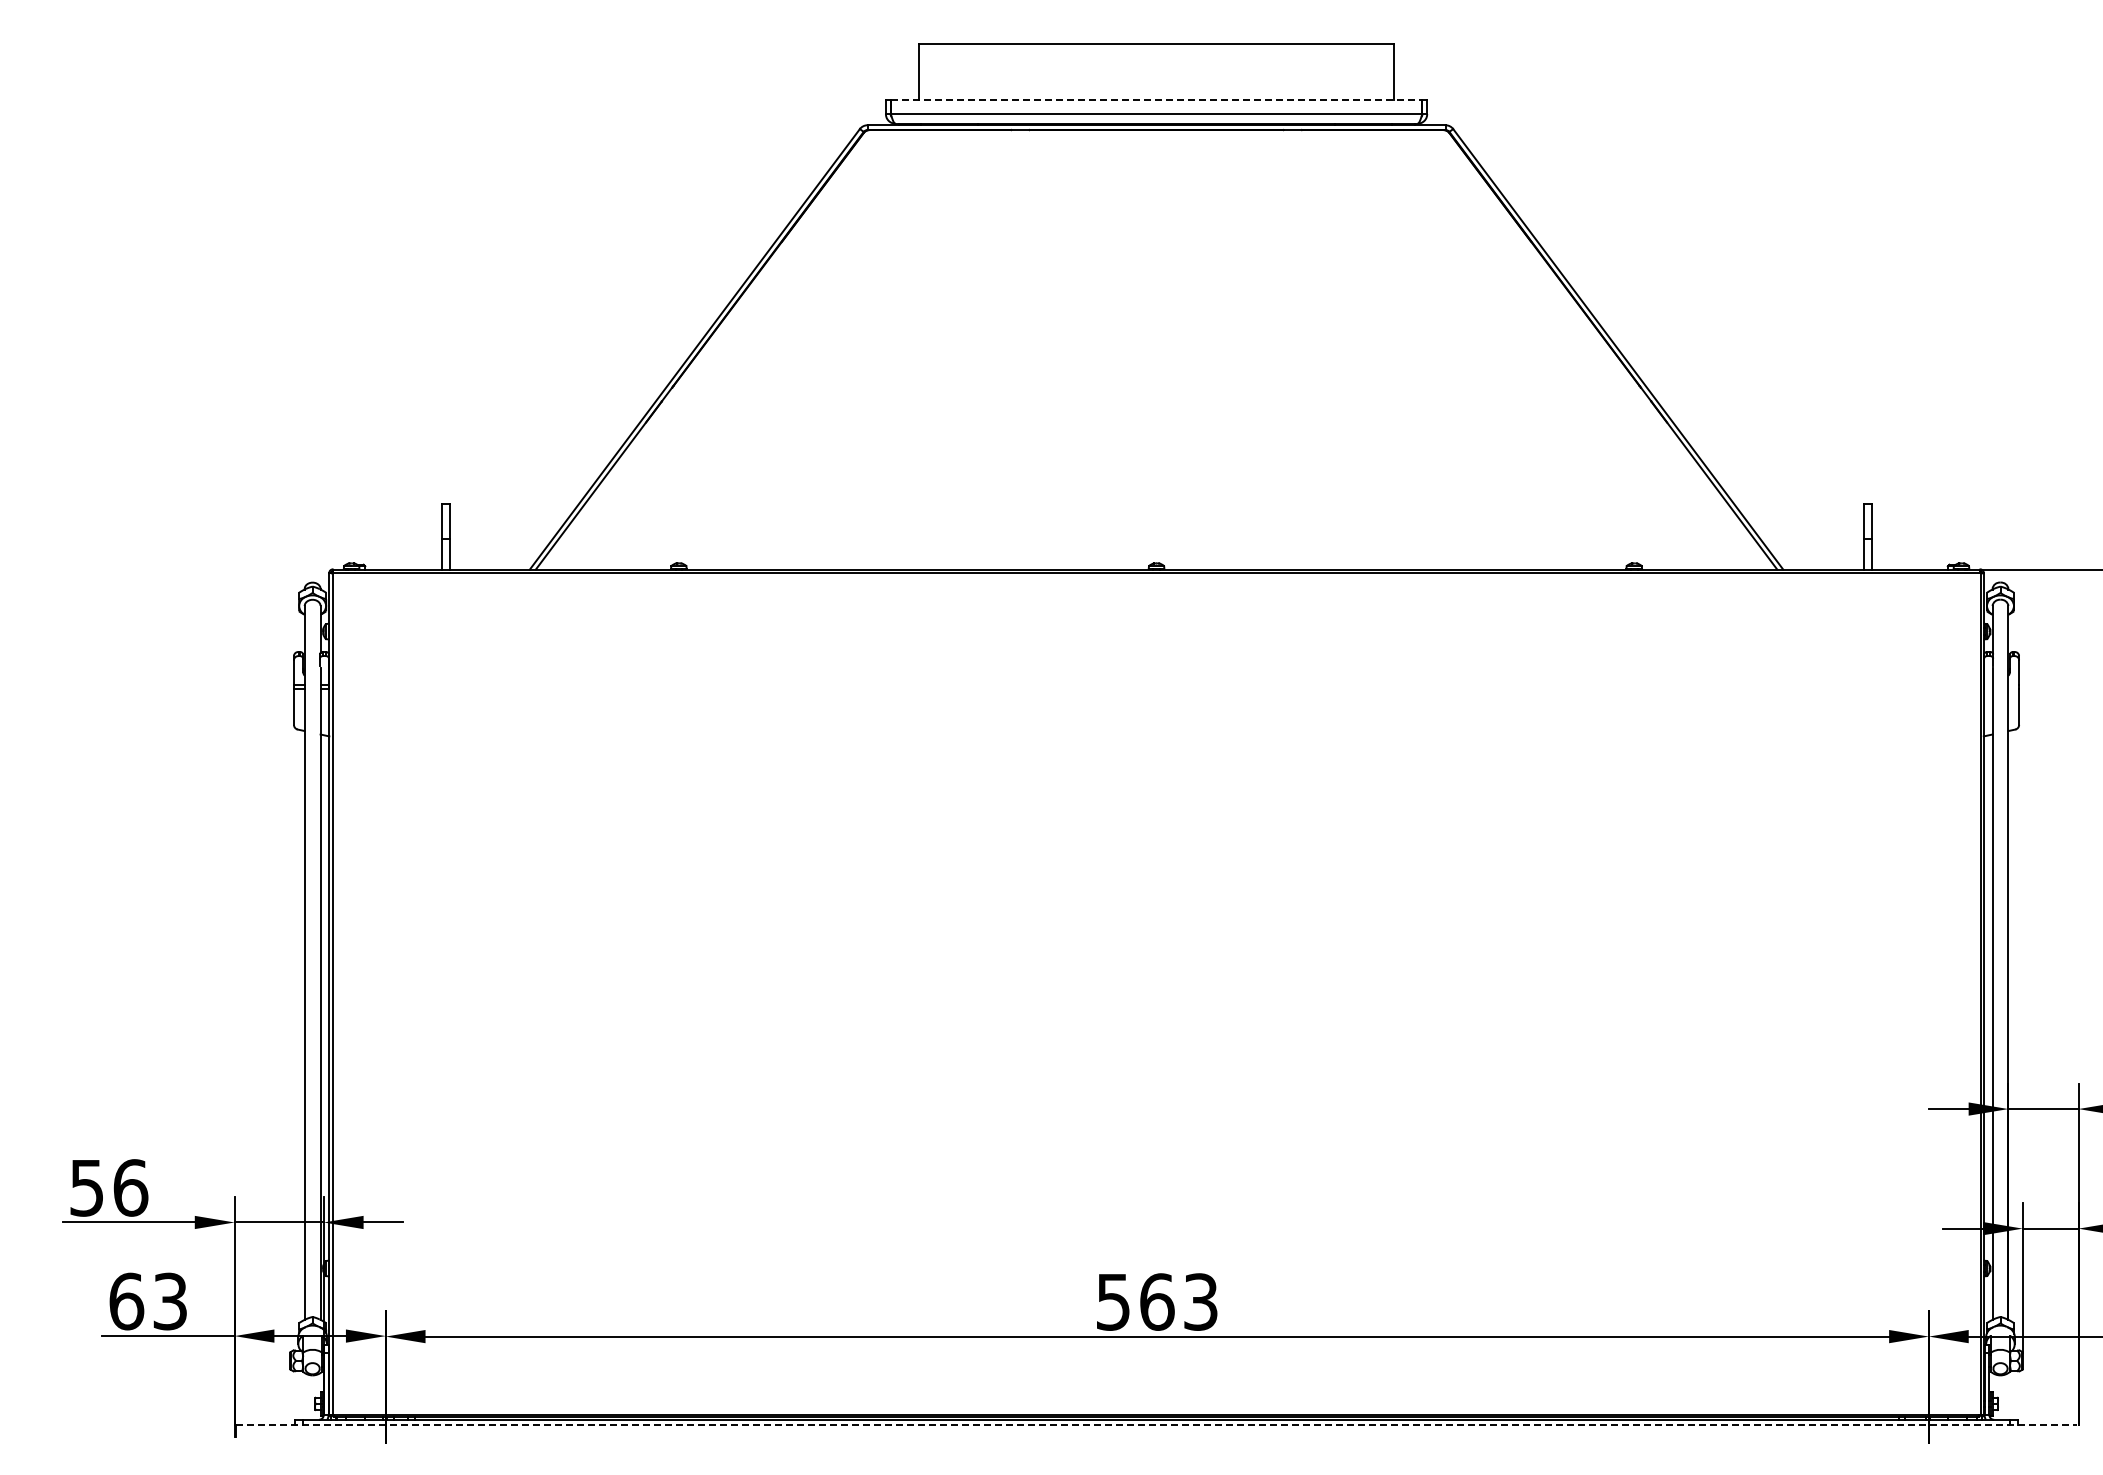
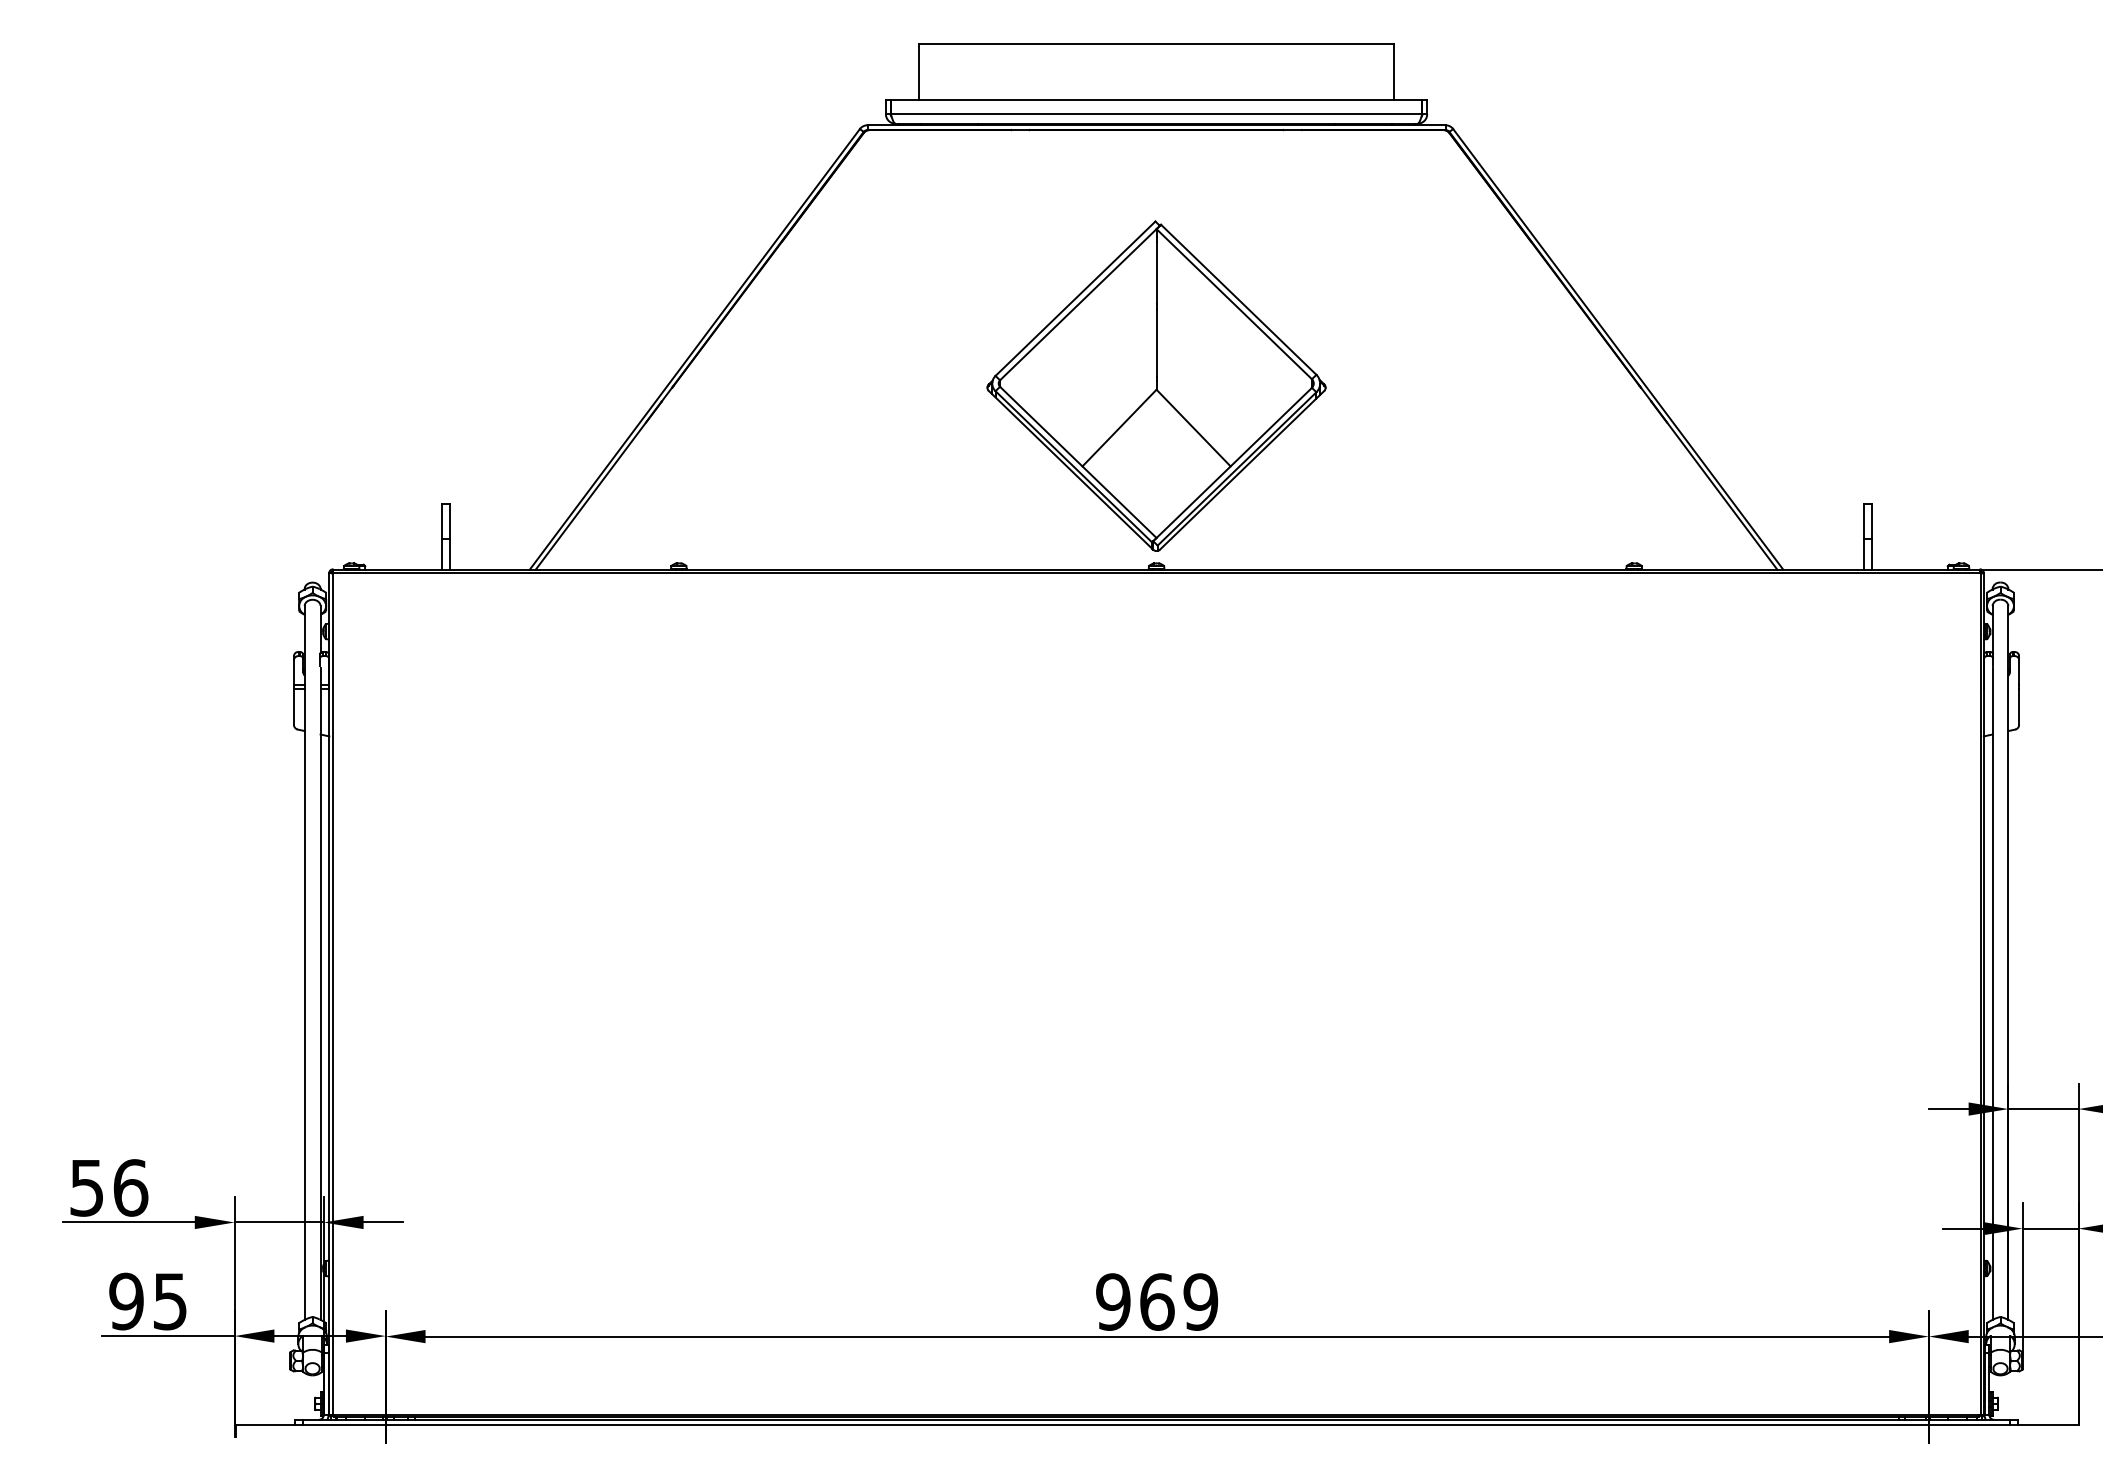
line at (1156, 99): dashed -> solid
part at (1156, 385): none -> present
text at (147, 1301): 63 -> 95
text at (1157, 1301): 563 -> 969
line at (1157, 1424): dashed -> solid
